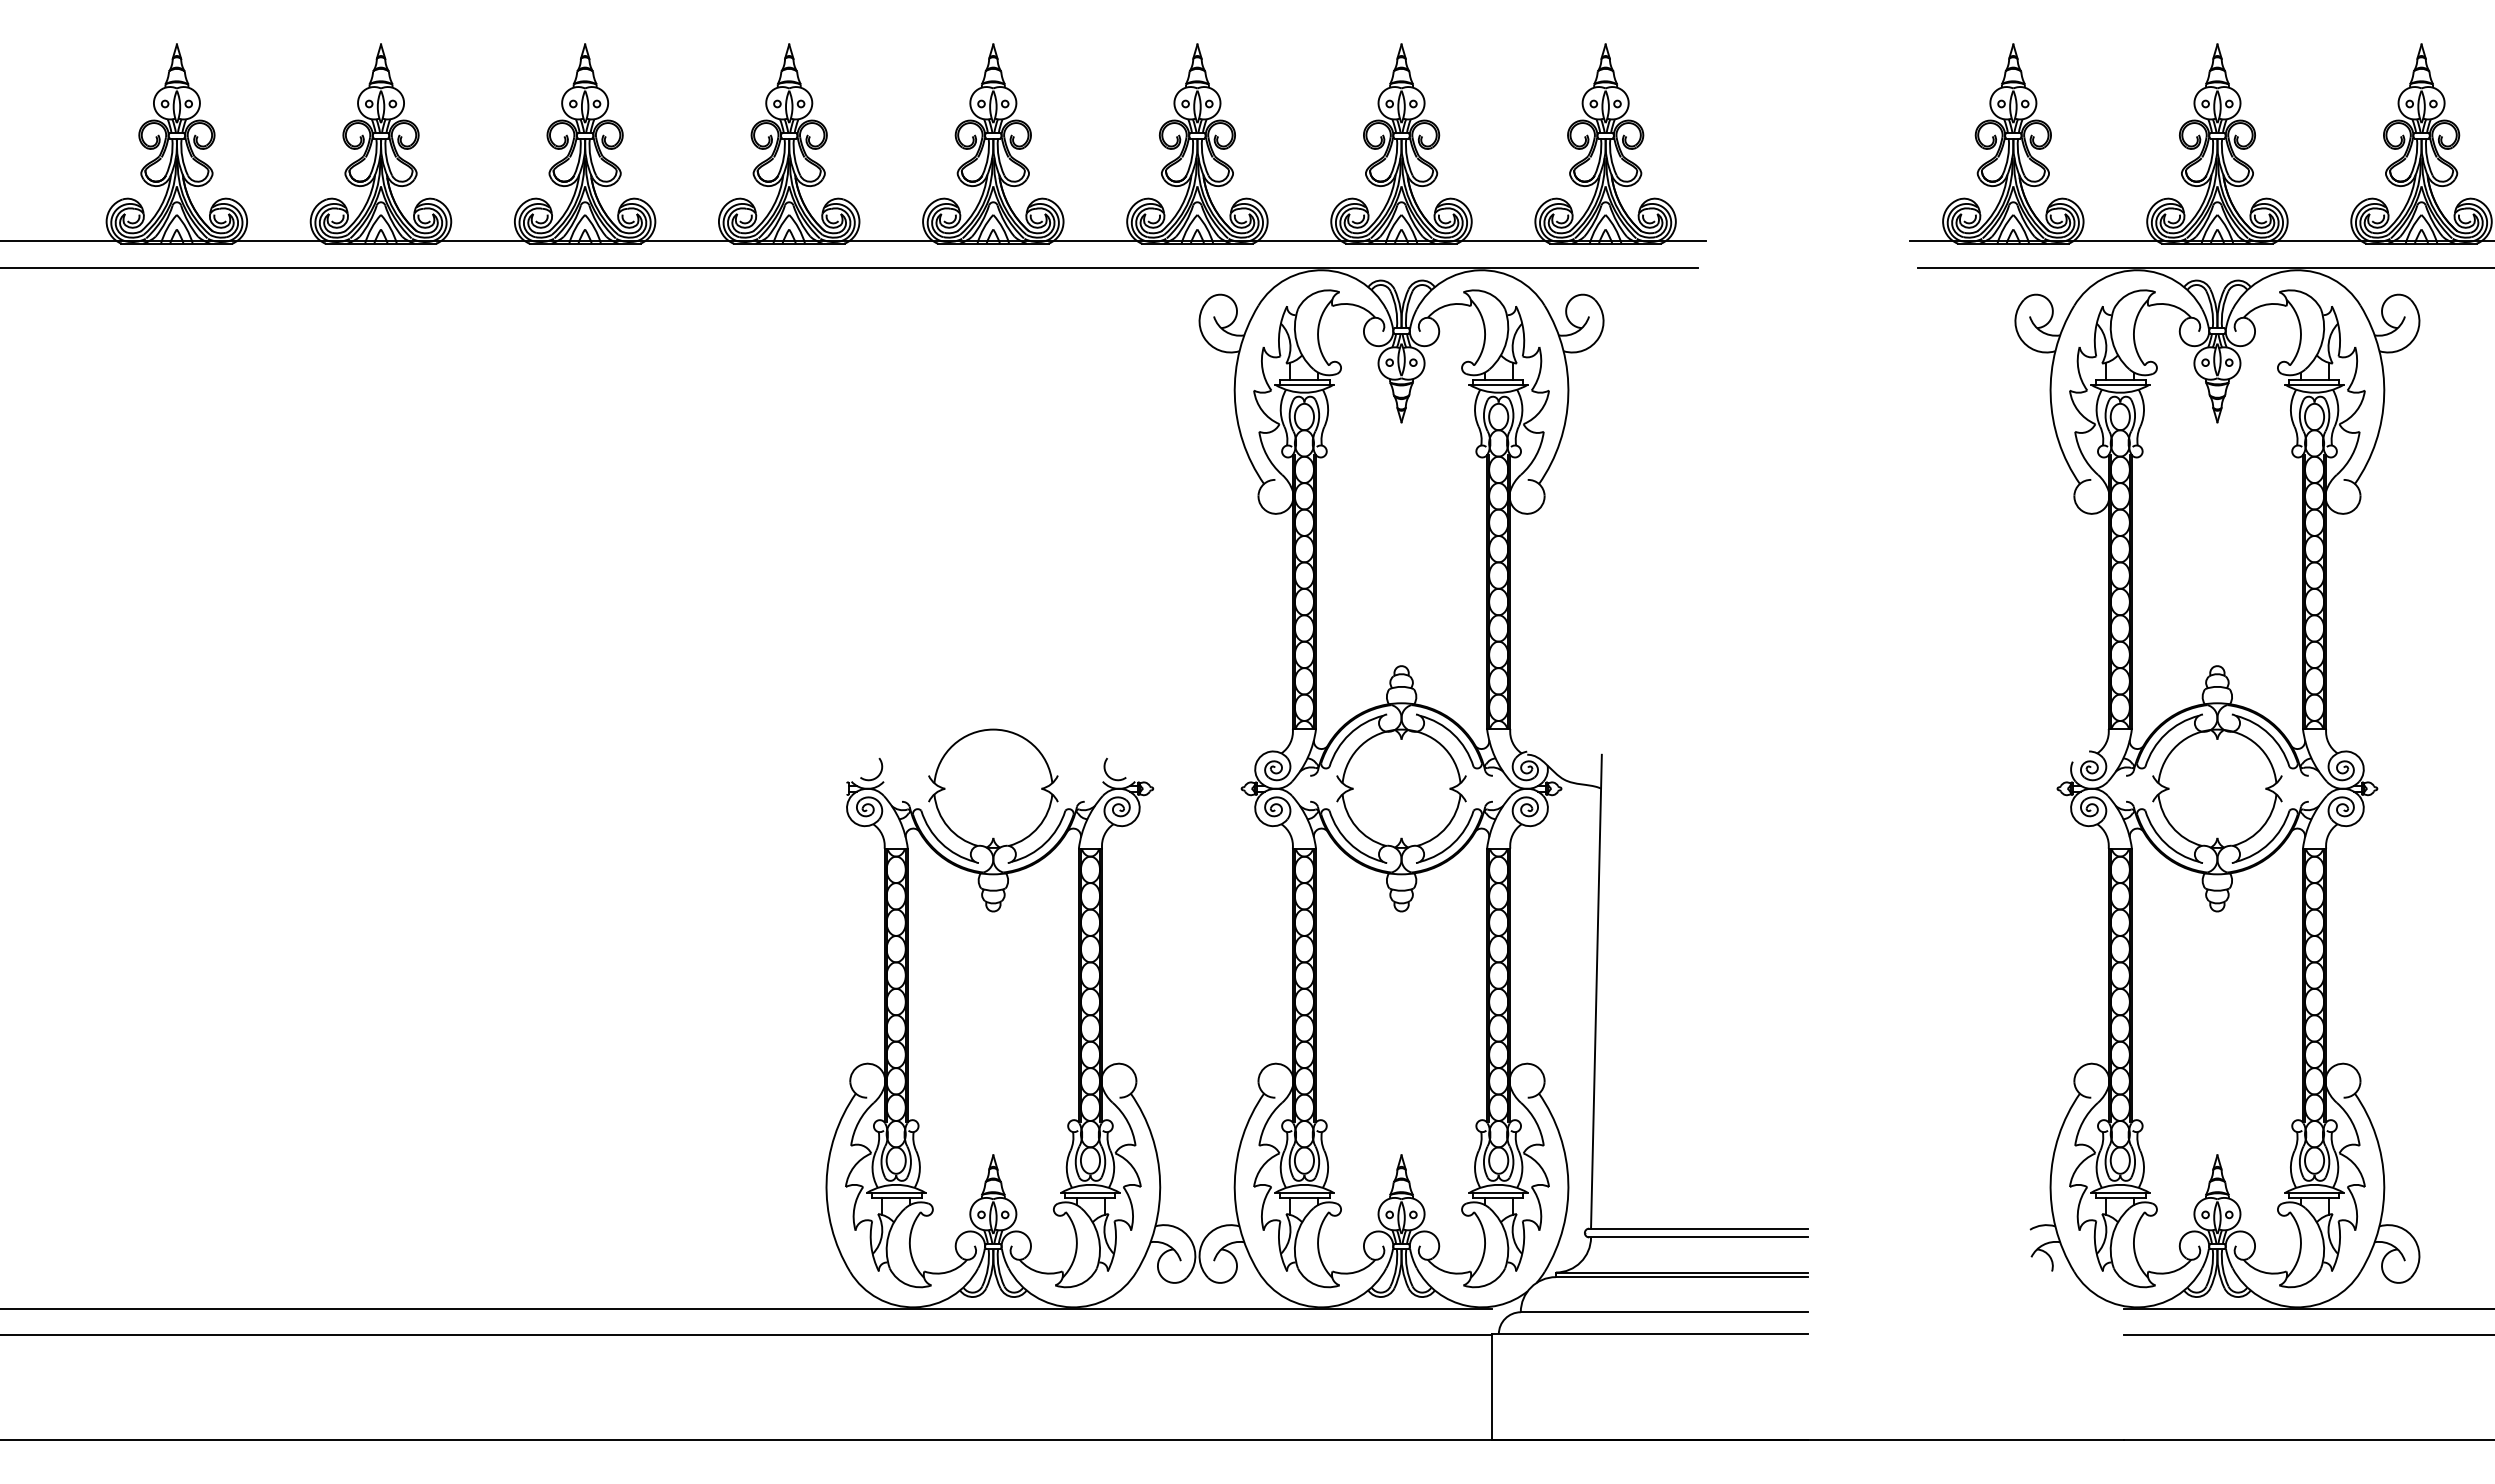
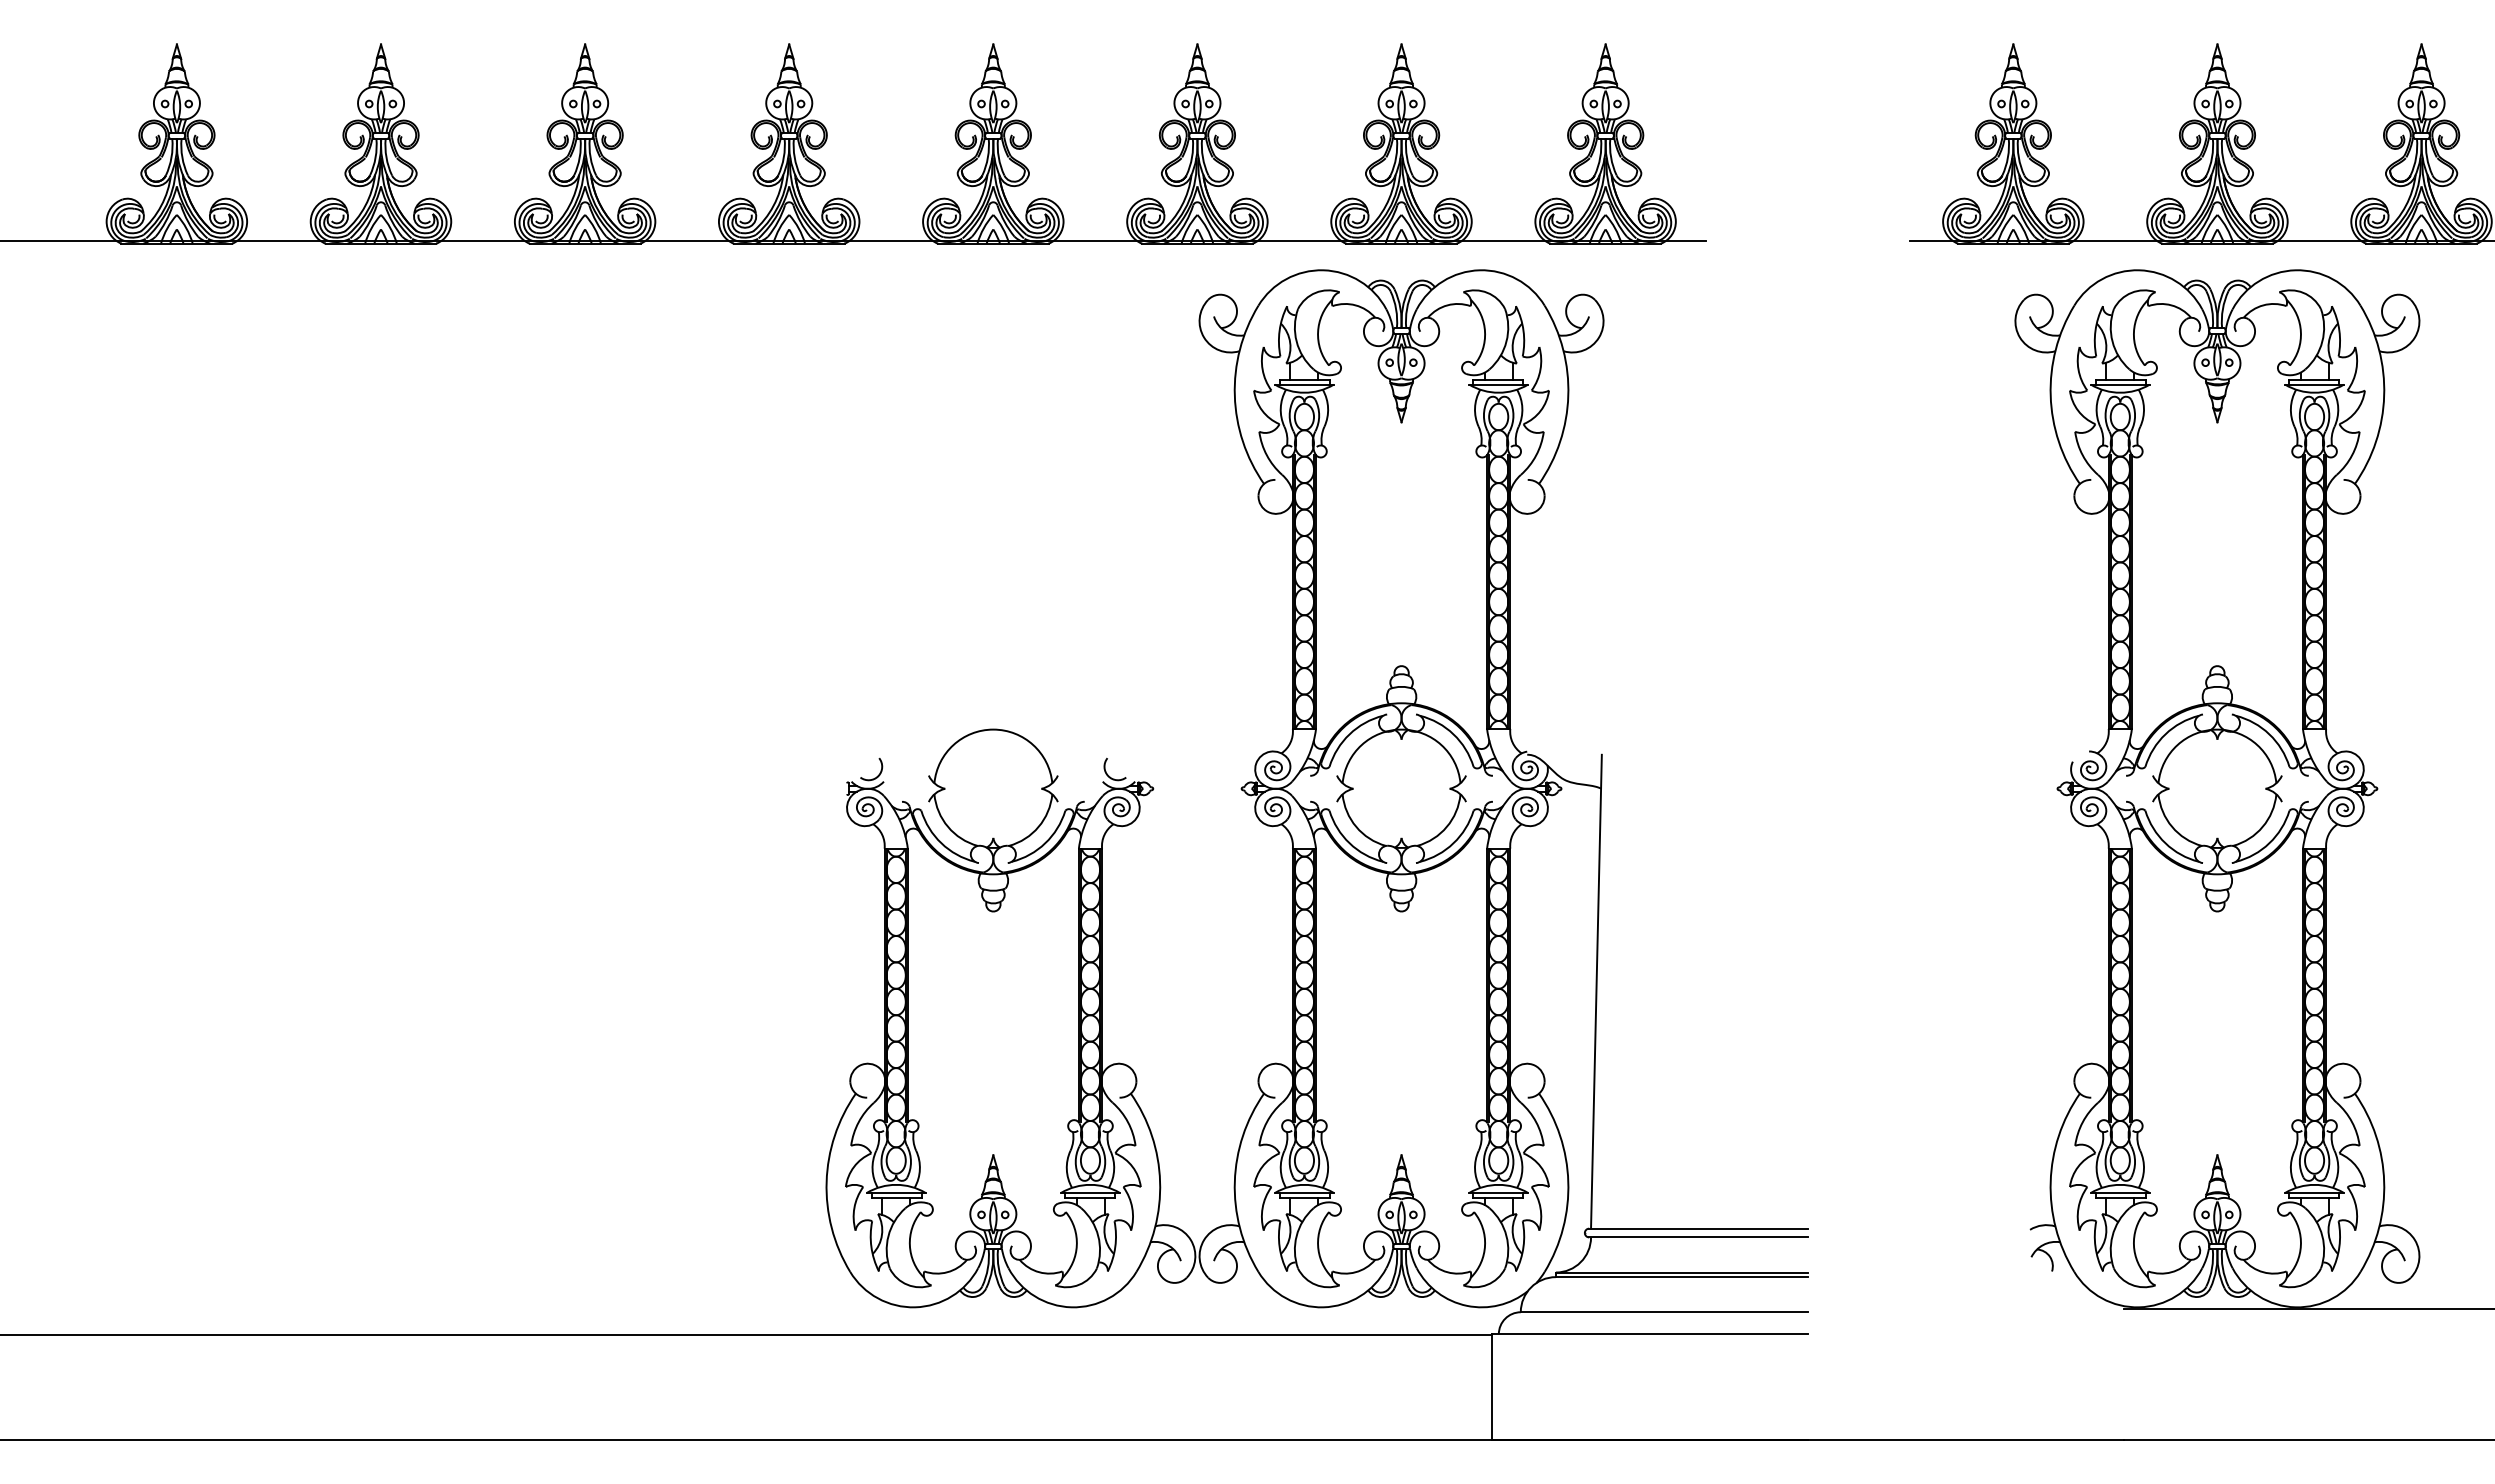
line at (850, 267): present -> none
line at (2204, 267): present -> none
line at (747, 1309): present -> none
line at (2307, 1335): present -> none
